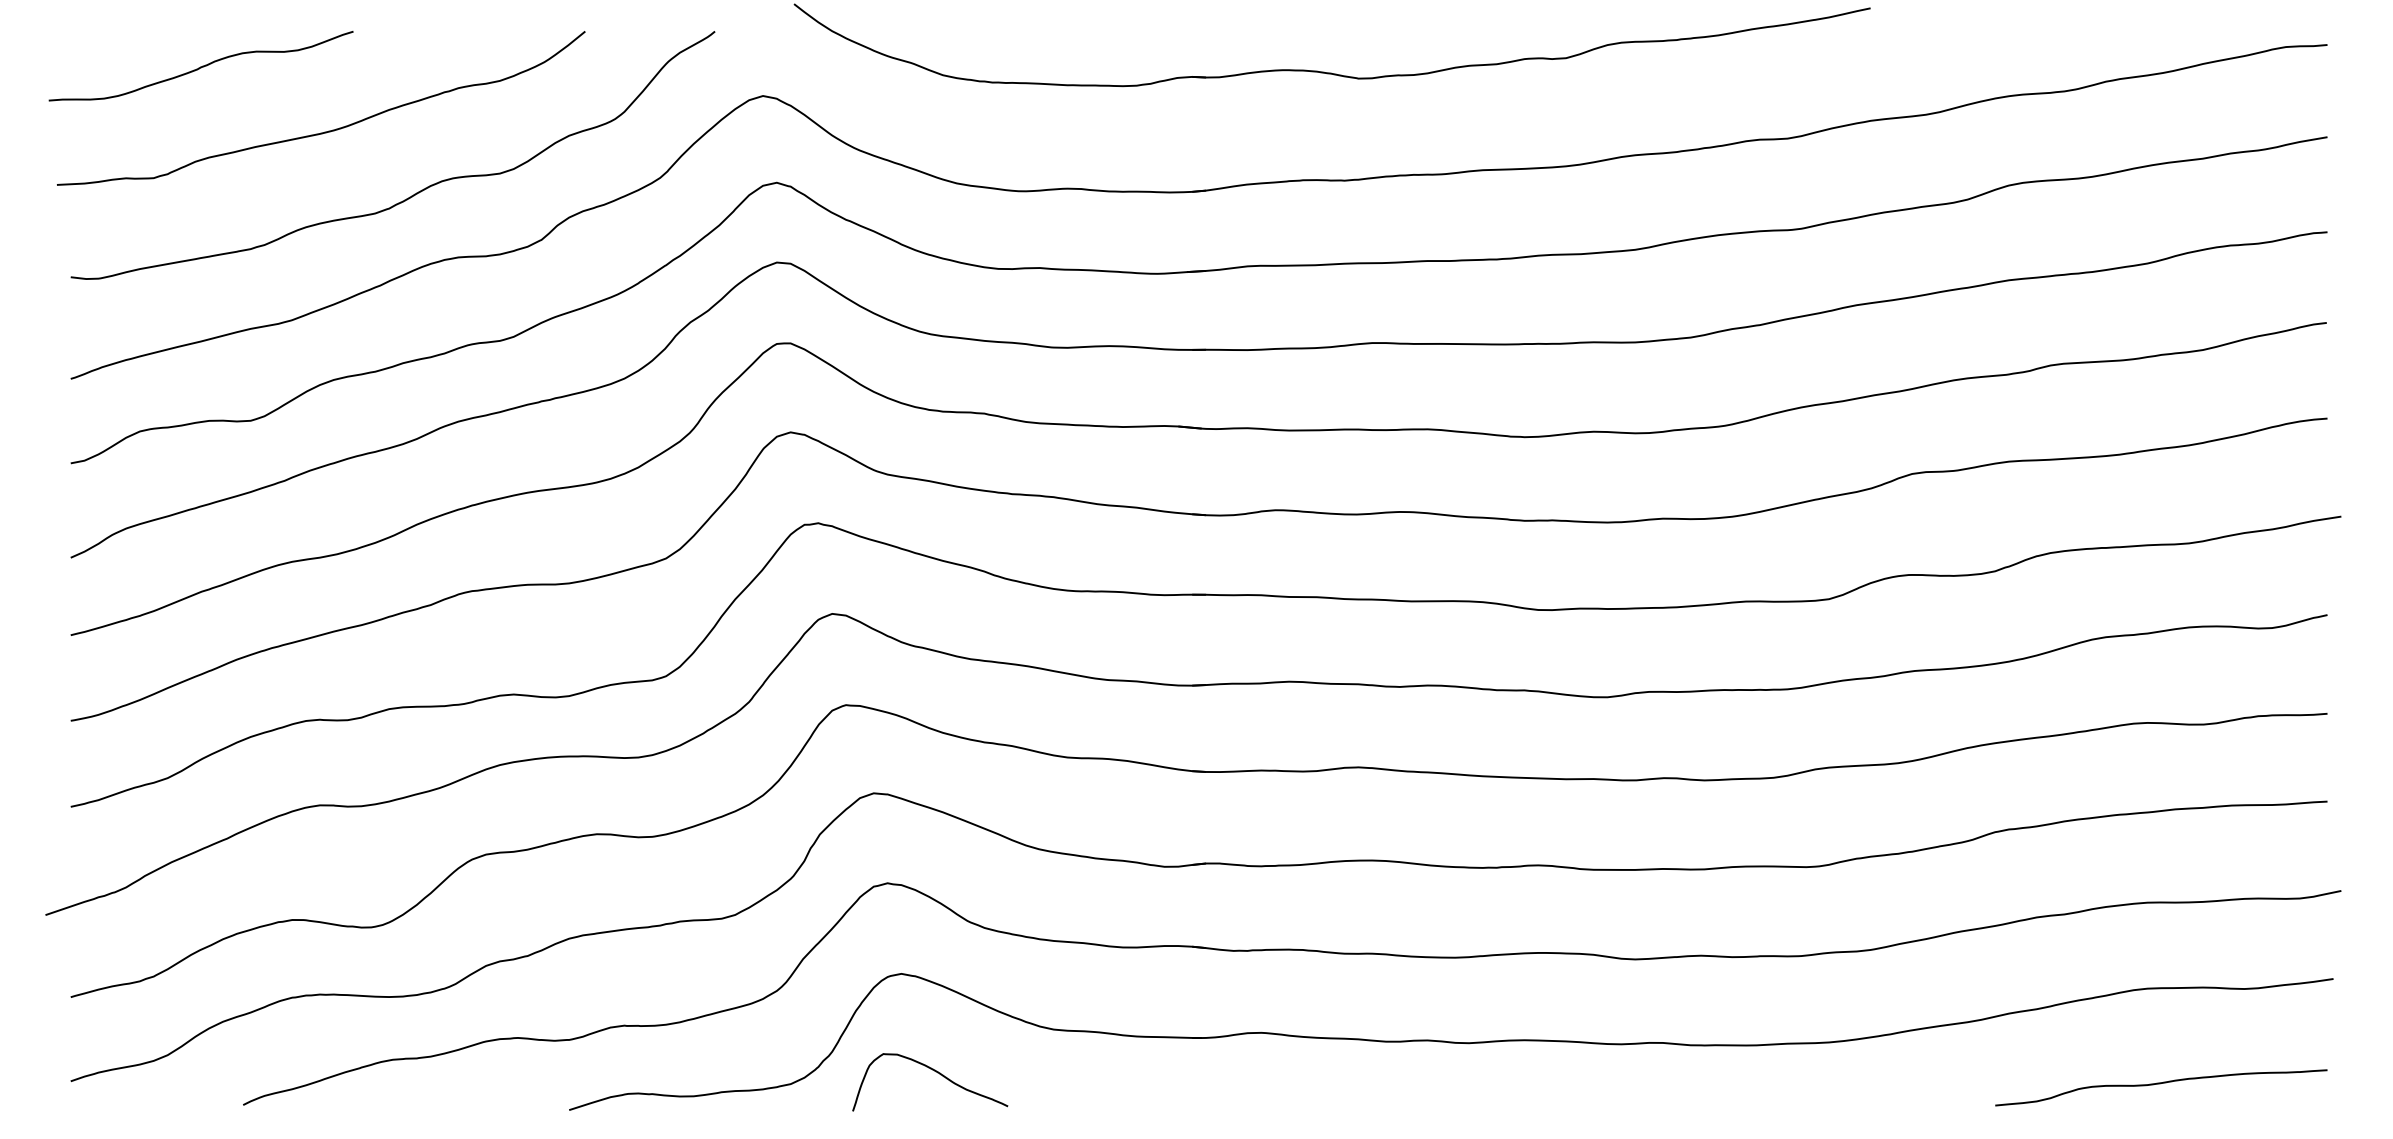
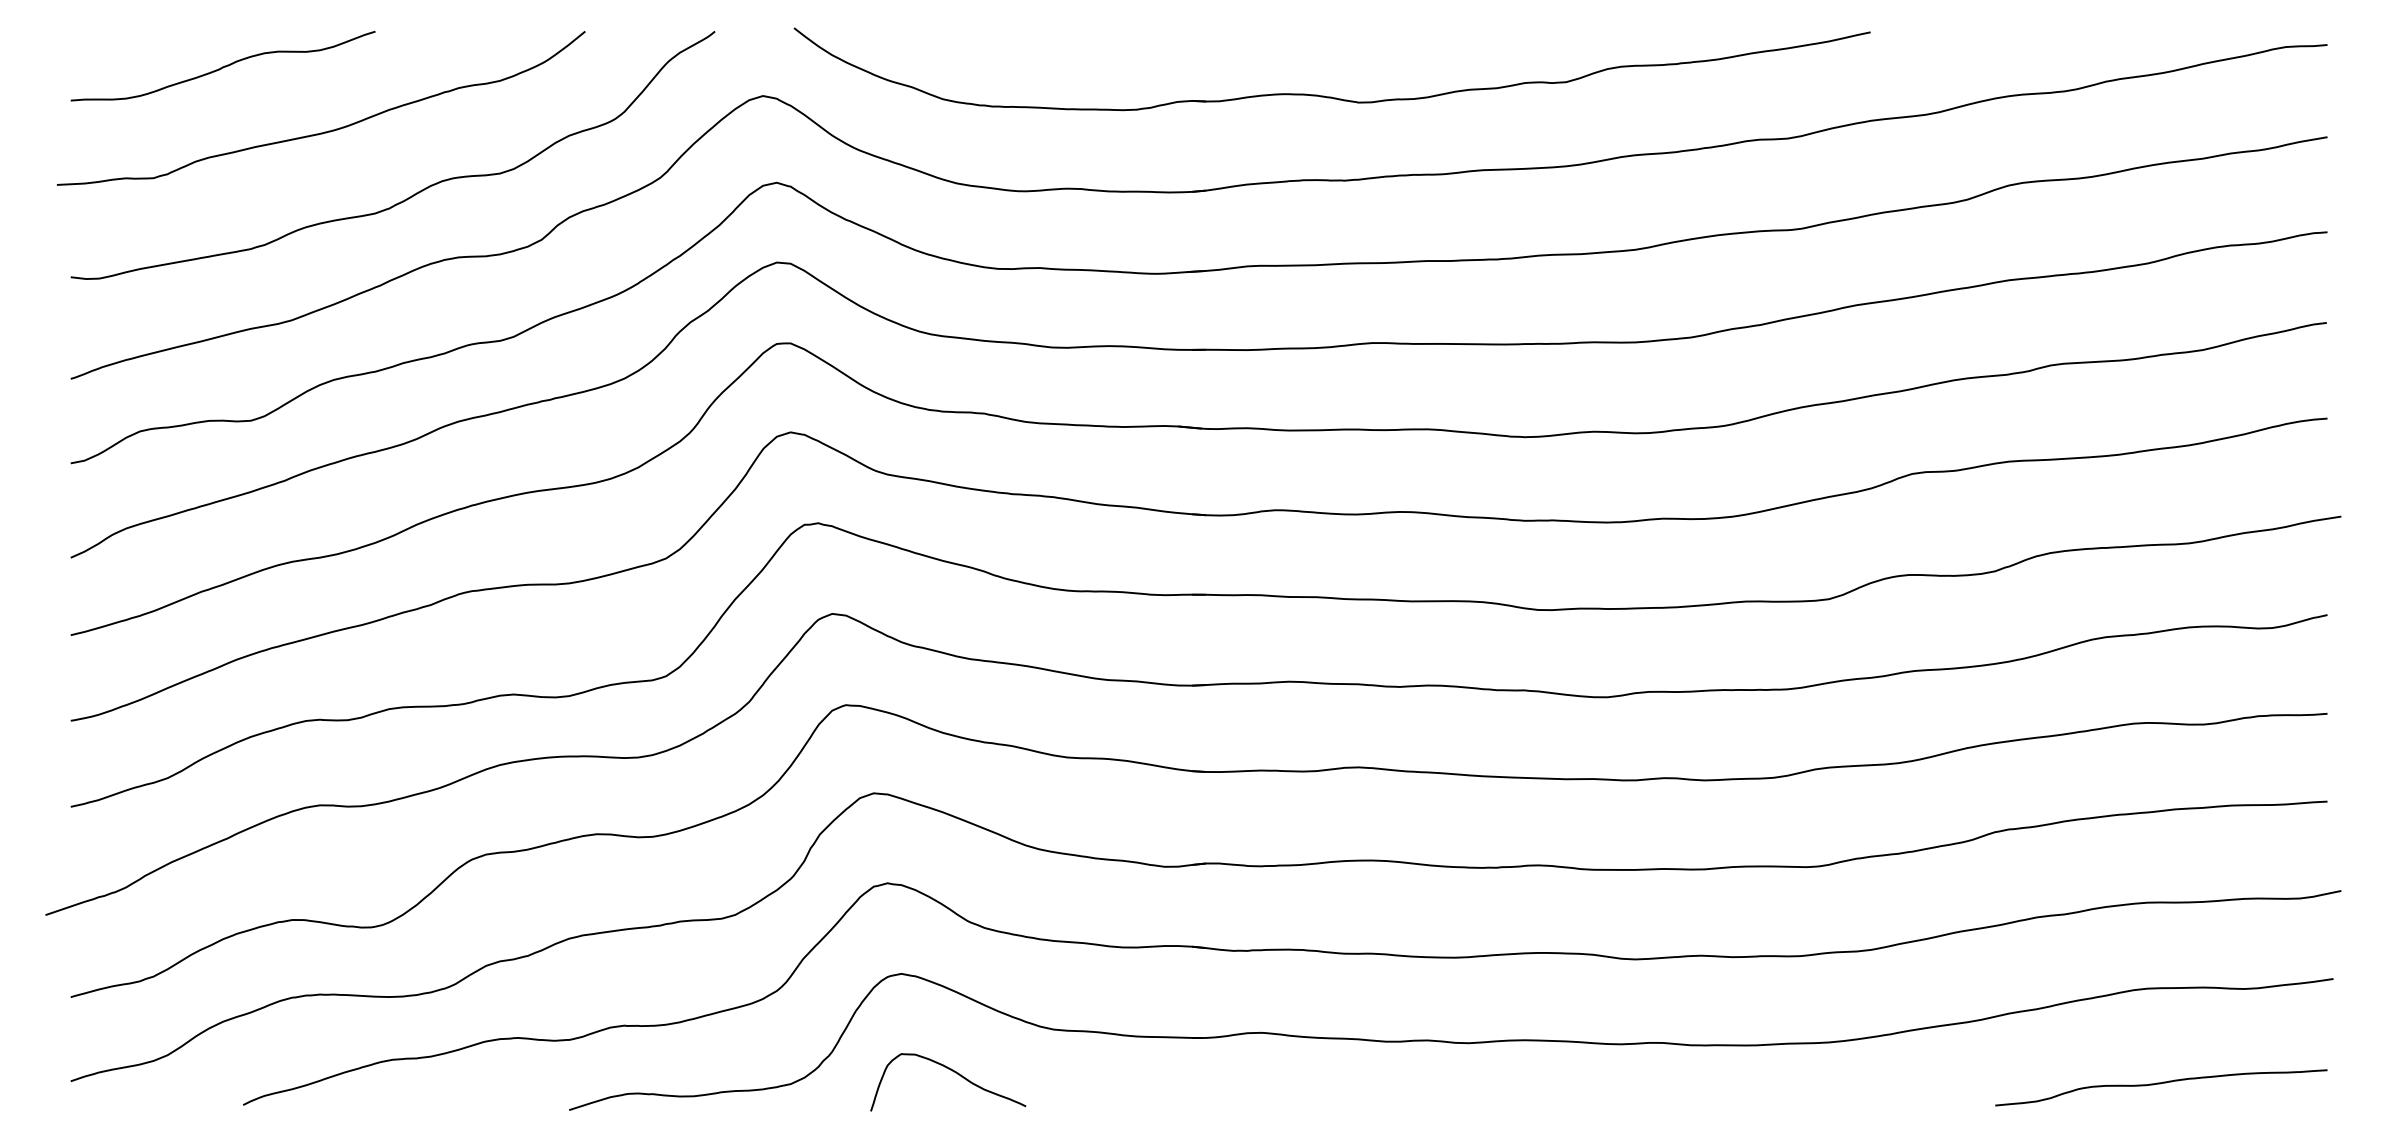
curve at (200, 66) position: (200, 66) -> (222, 66)
part at (1324, 71) position: (1324, 71) -> (1324, 95)
curve at (937, 1073) position: (937, 1073) -> (955, 1073)
